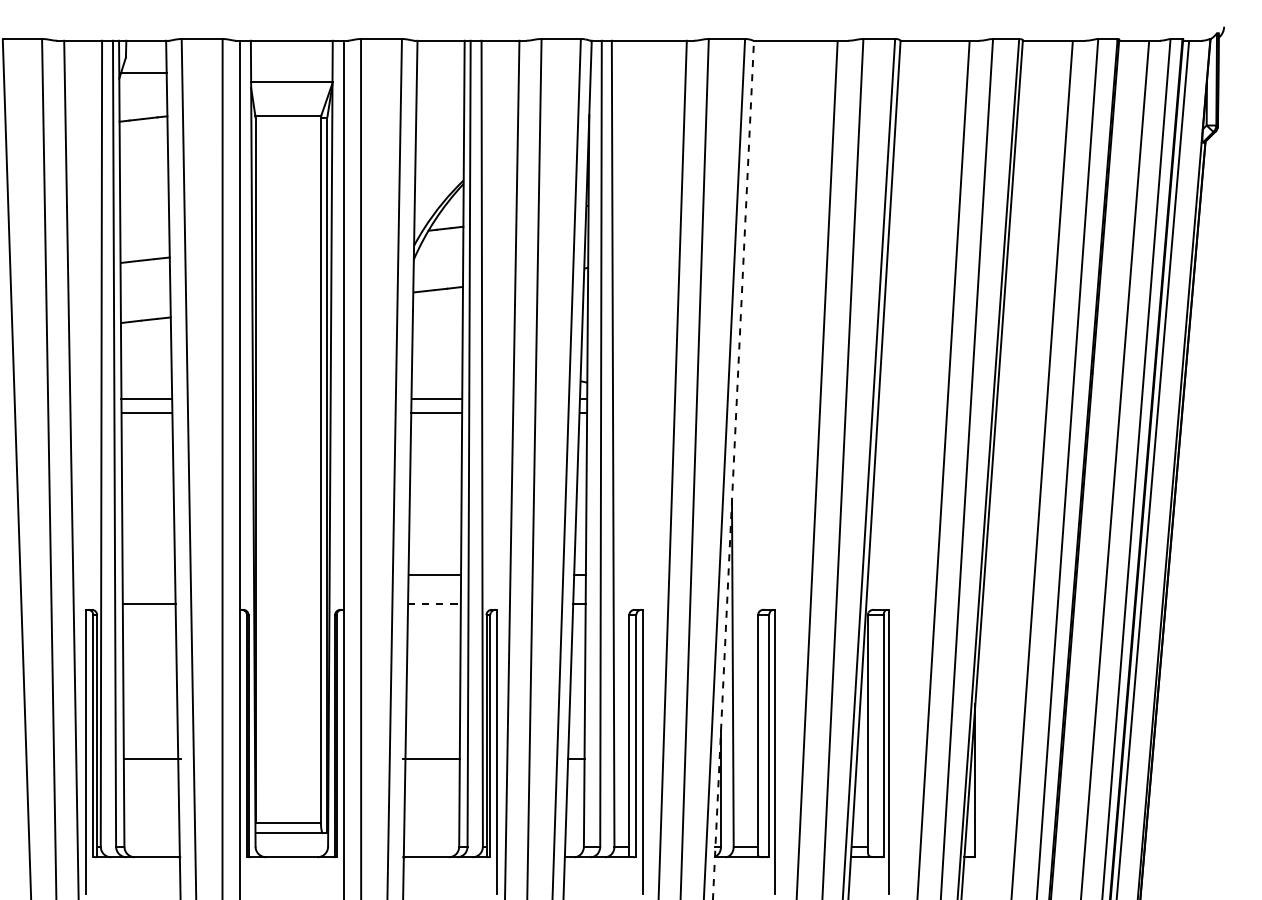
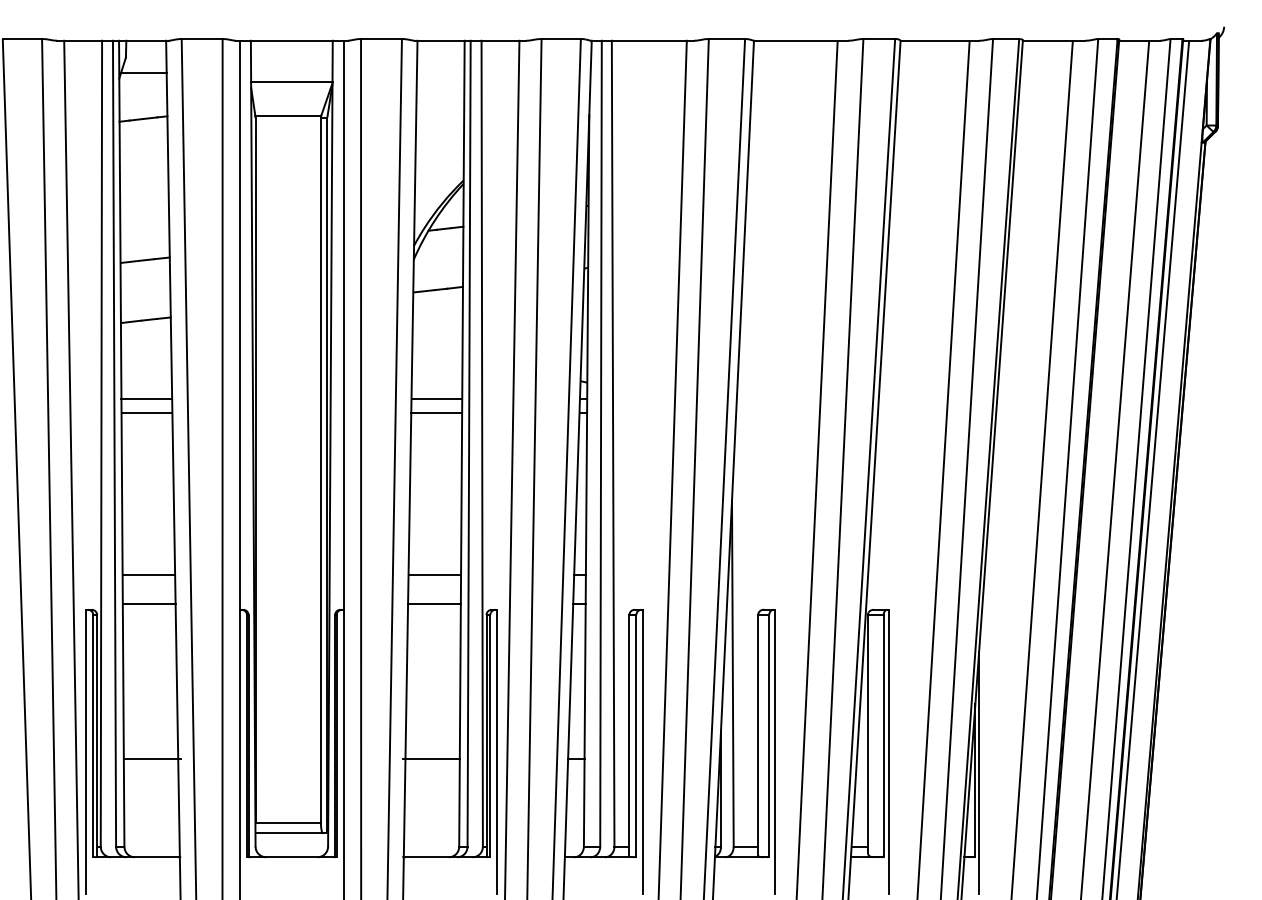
line at (733, 470): dashed -> solid
line at (148, 575): none -> present
line at (434, 603): dashed -> solid
line at (979, 773): none -> present
